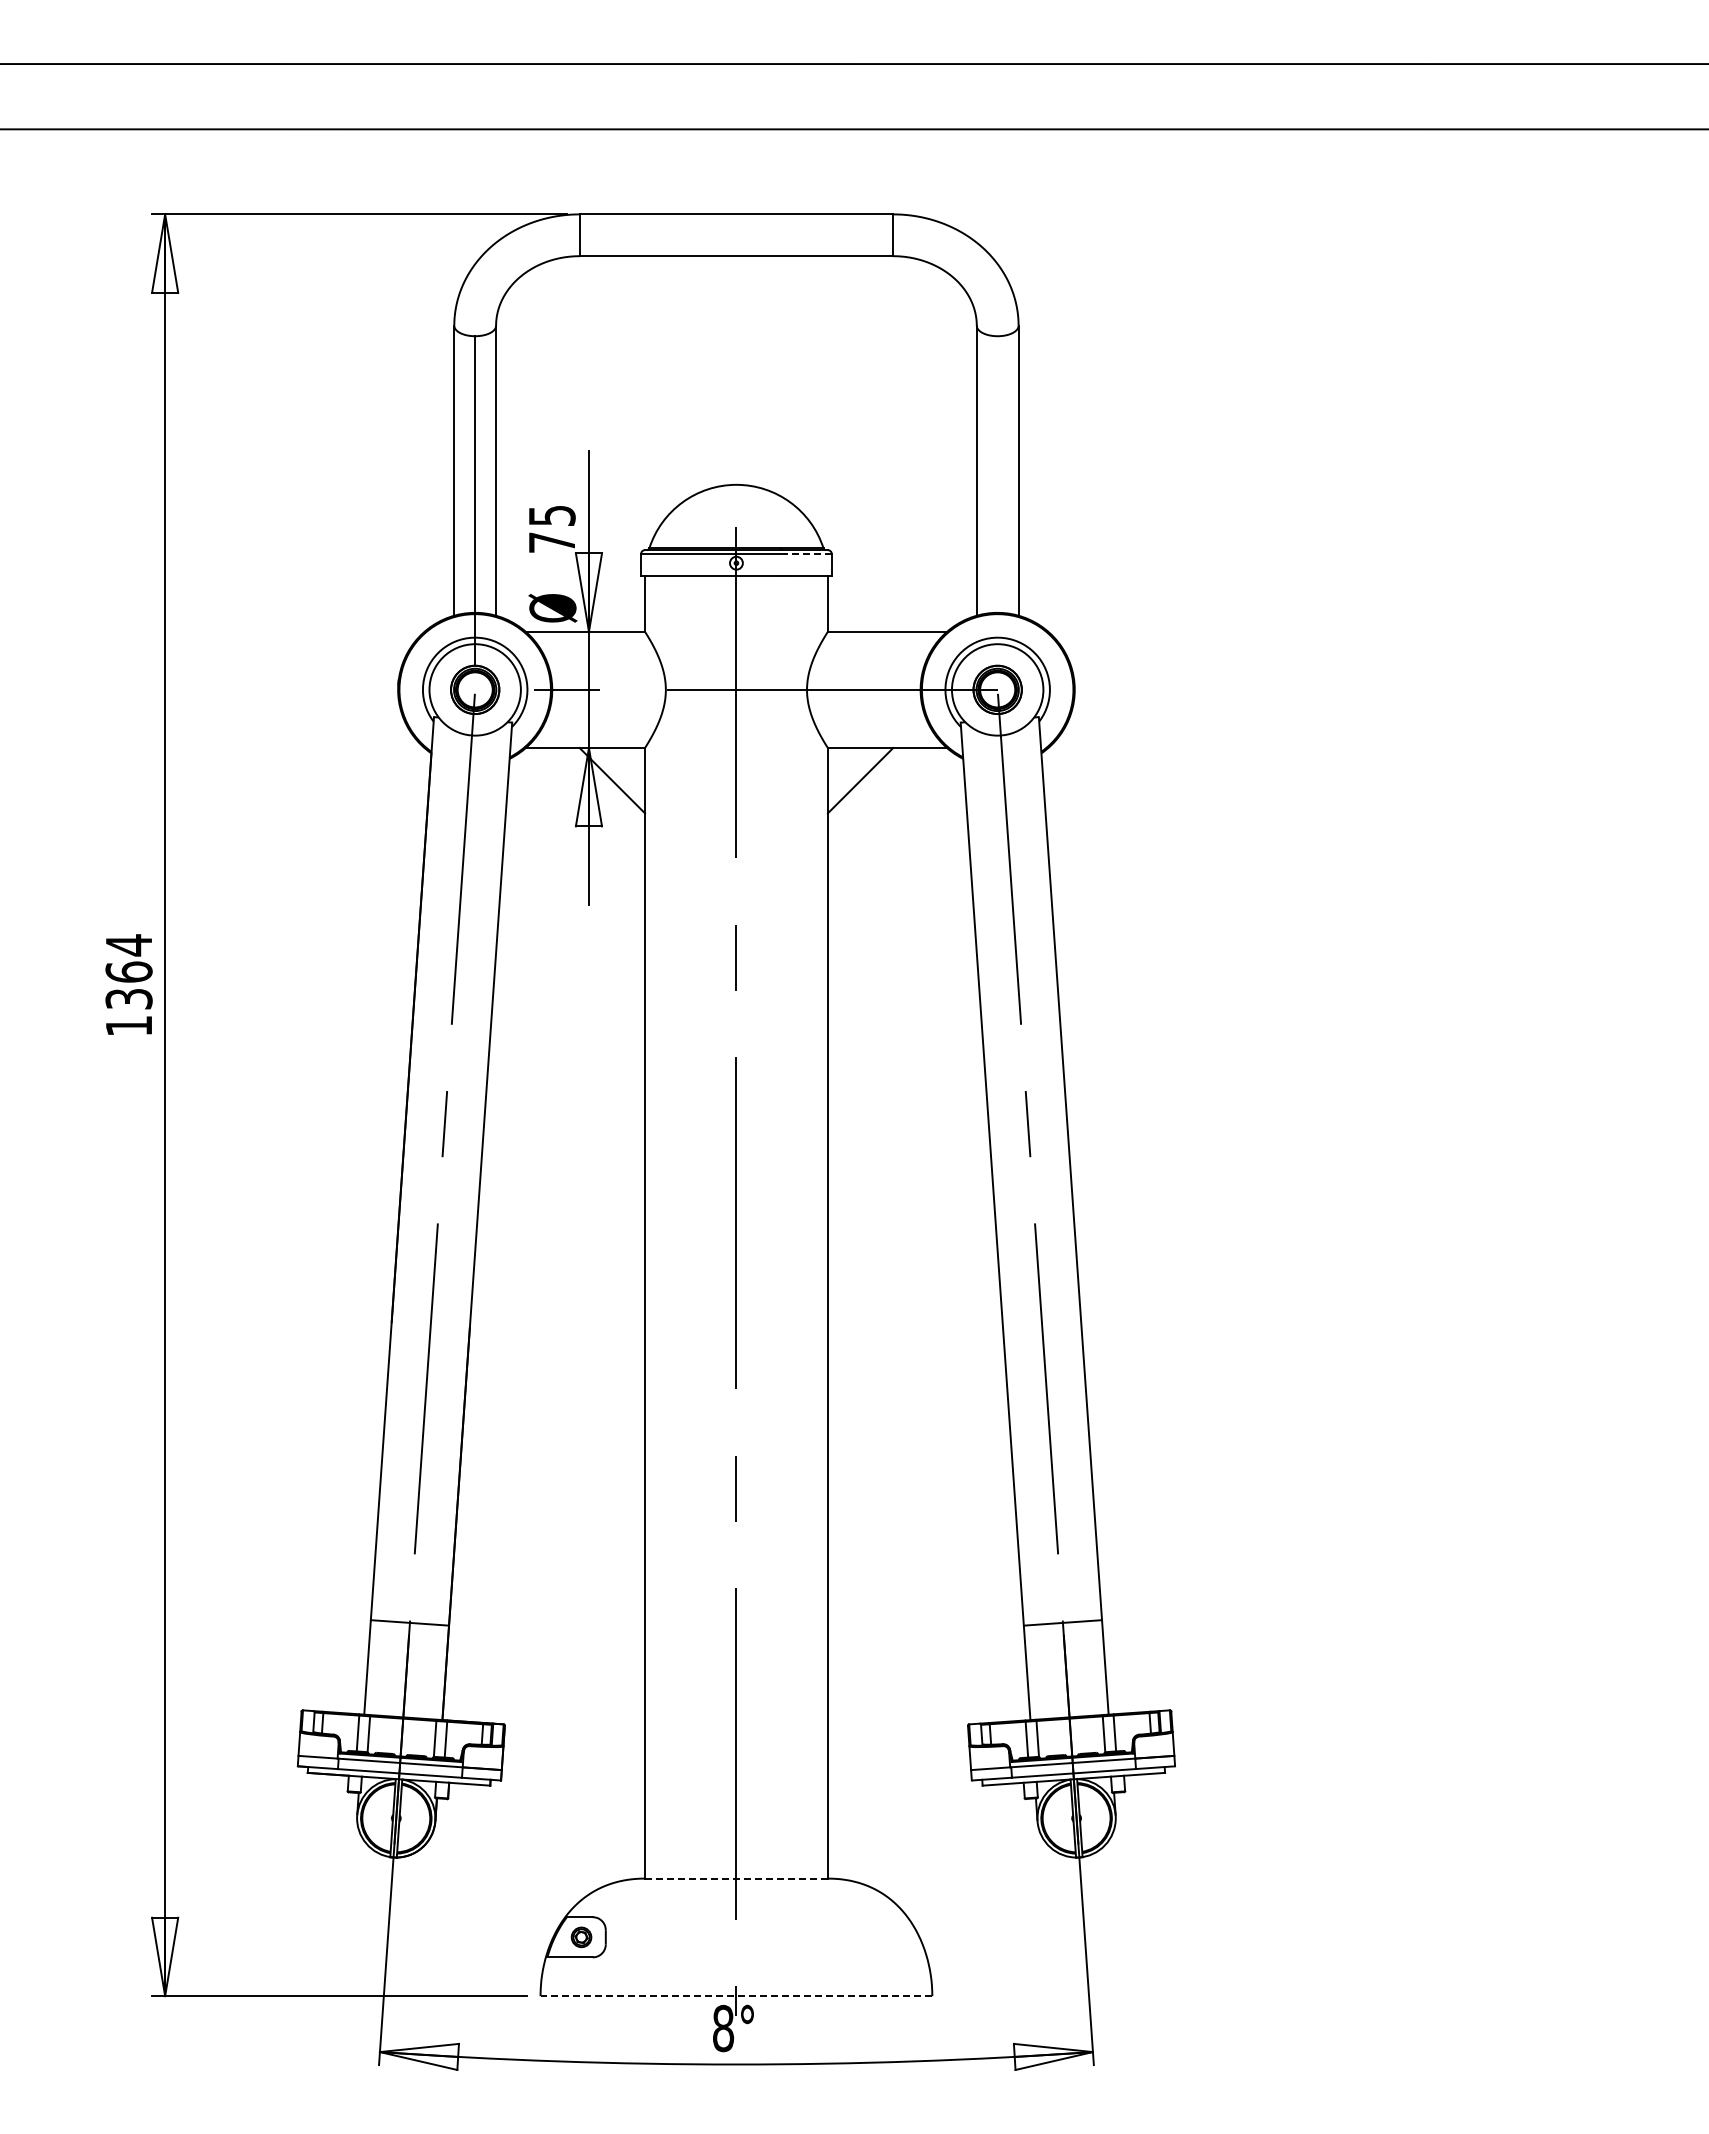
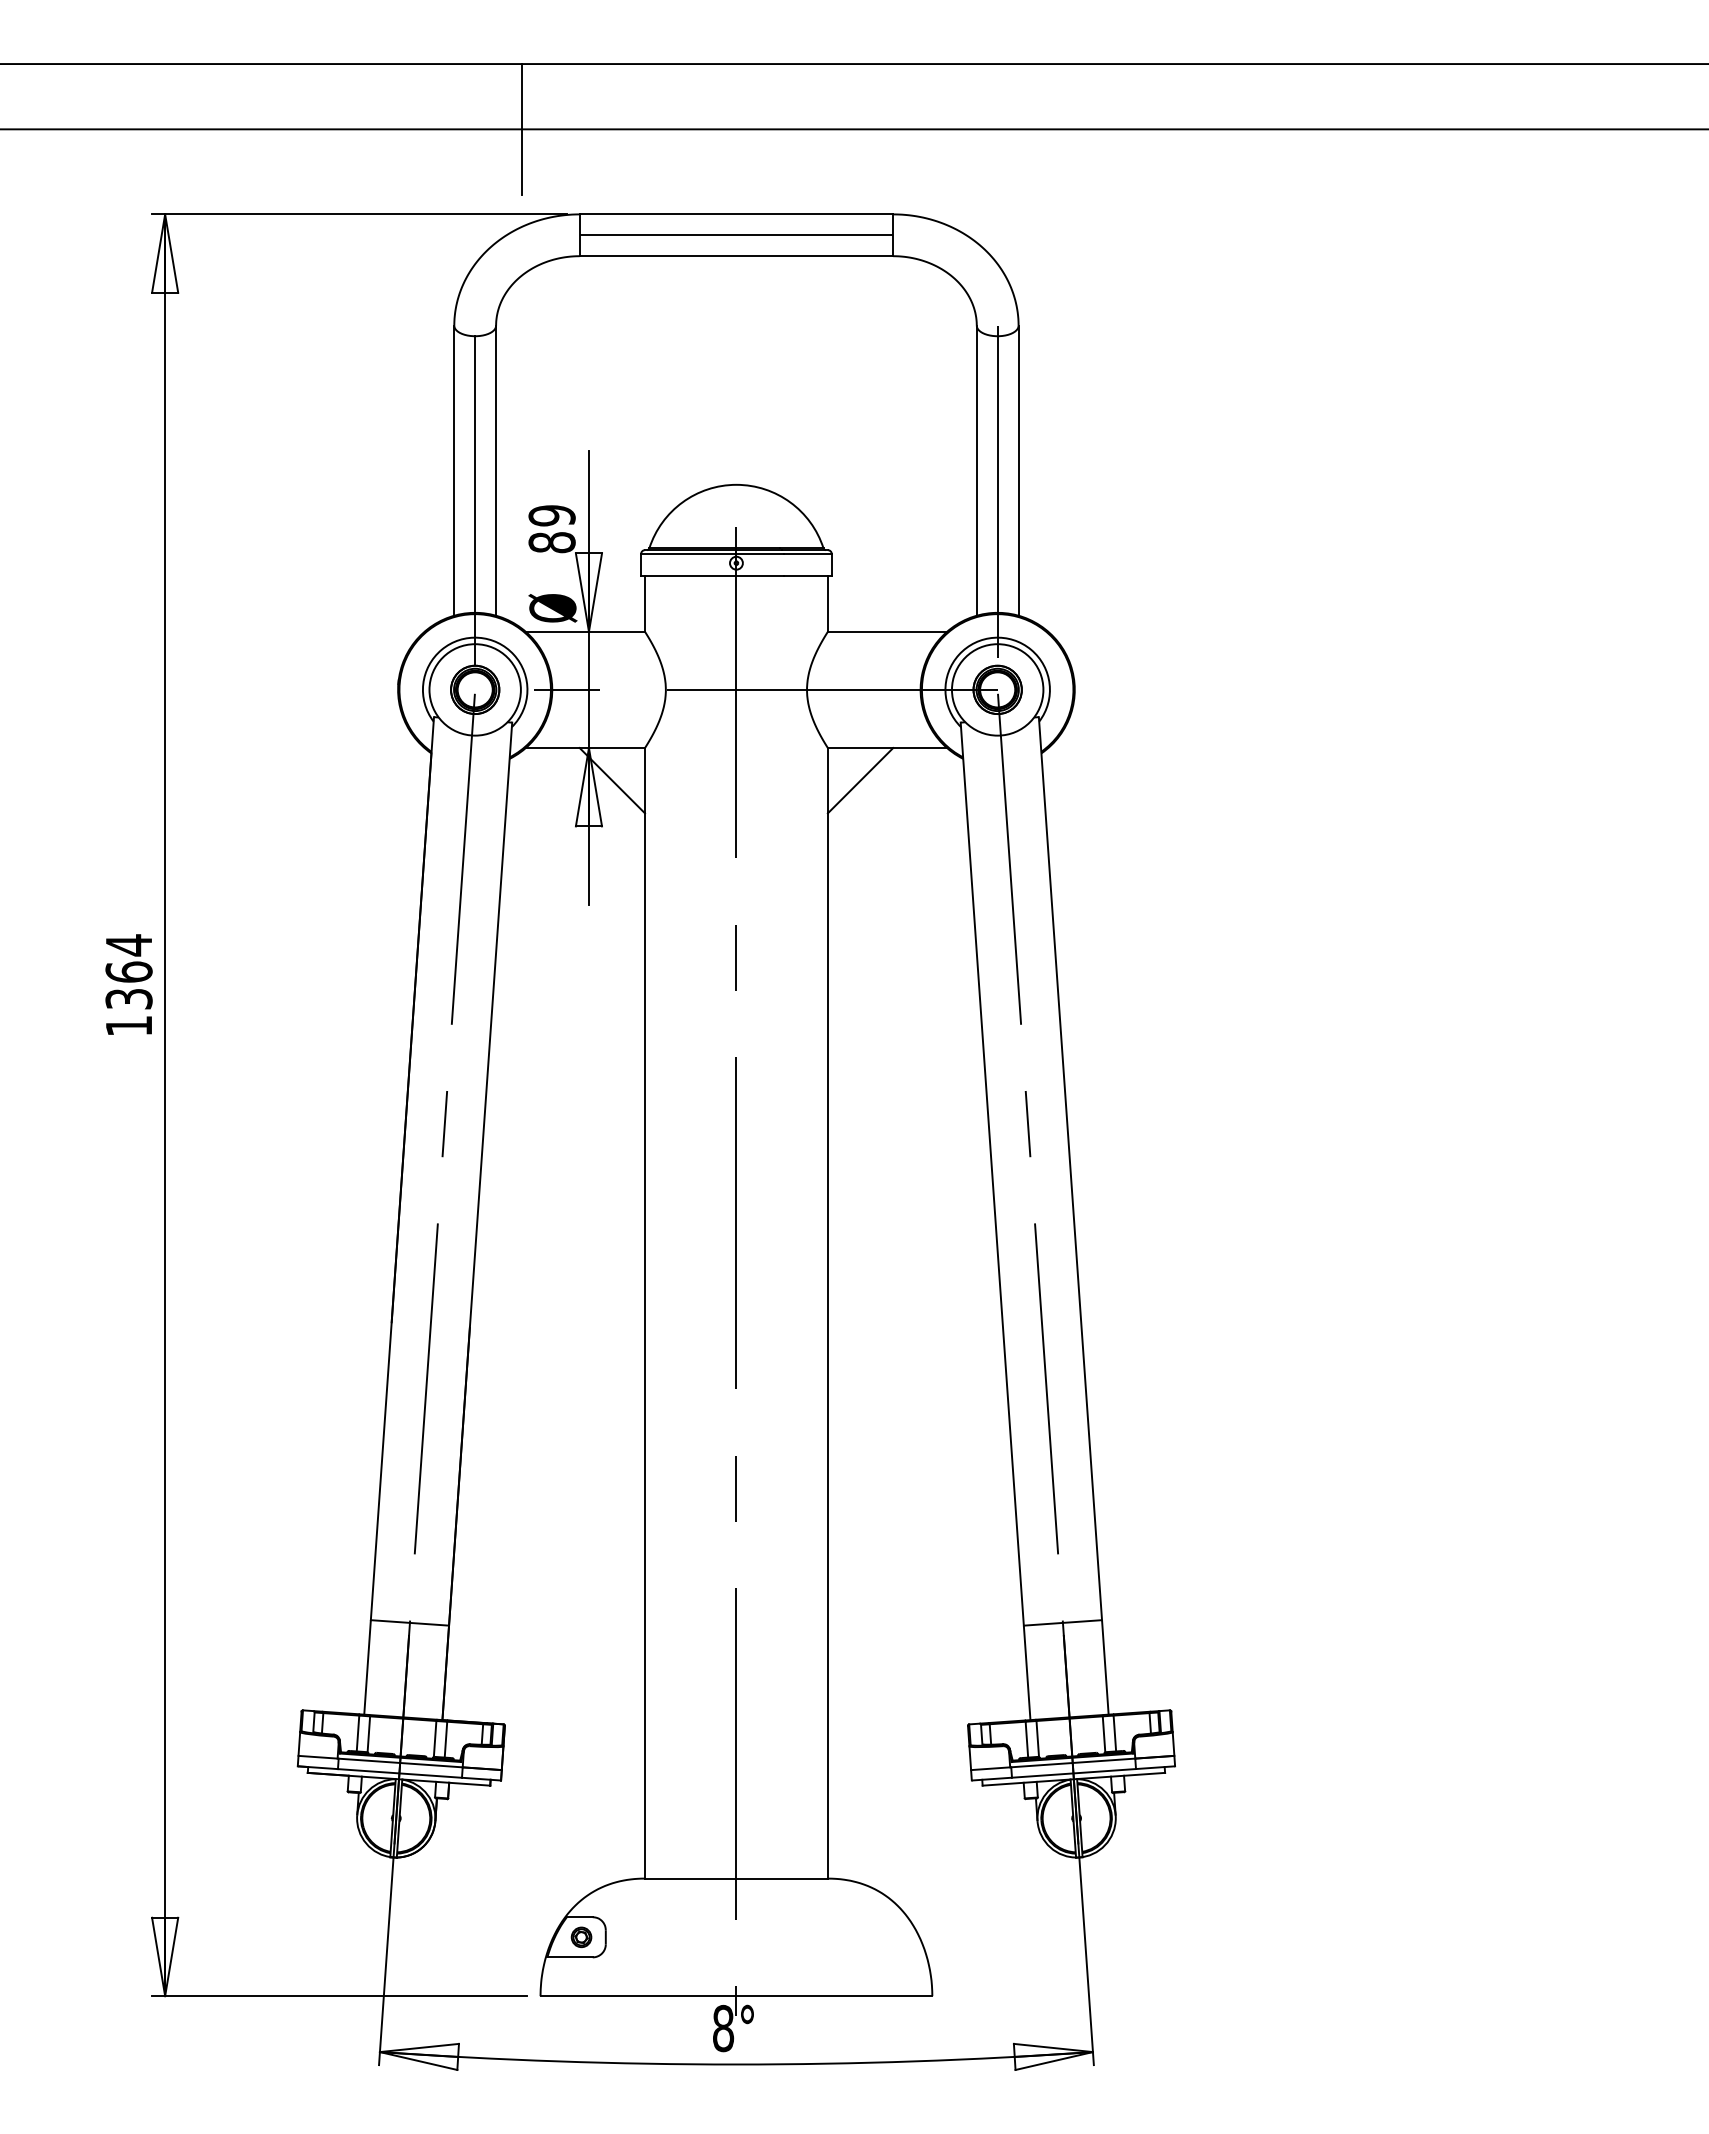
line at (521, 129): none -> present
line at (736, 235): none -> present
line at (997, 495): none -> present
text at (551, 529): 75 -> 89
line at (807, 554): dashed -> solid
line at (735, 1878): dashed -> solid
line at (736, 1996): dashed -> solid
